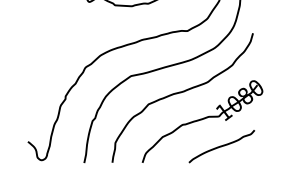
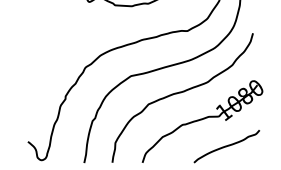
curve at (221, 146) position: (221, 146) -> (226, 146)
